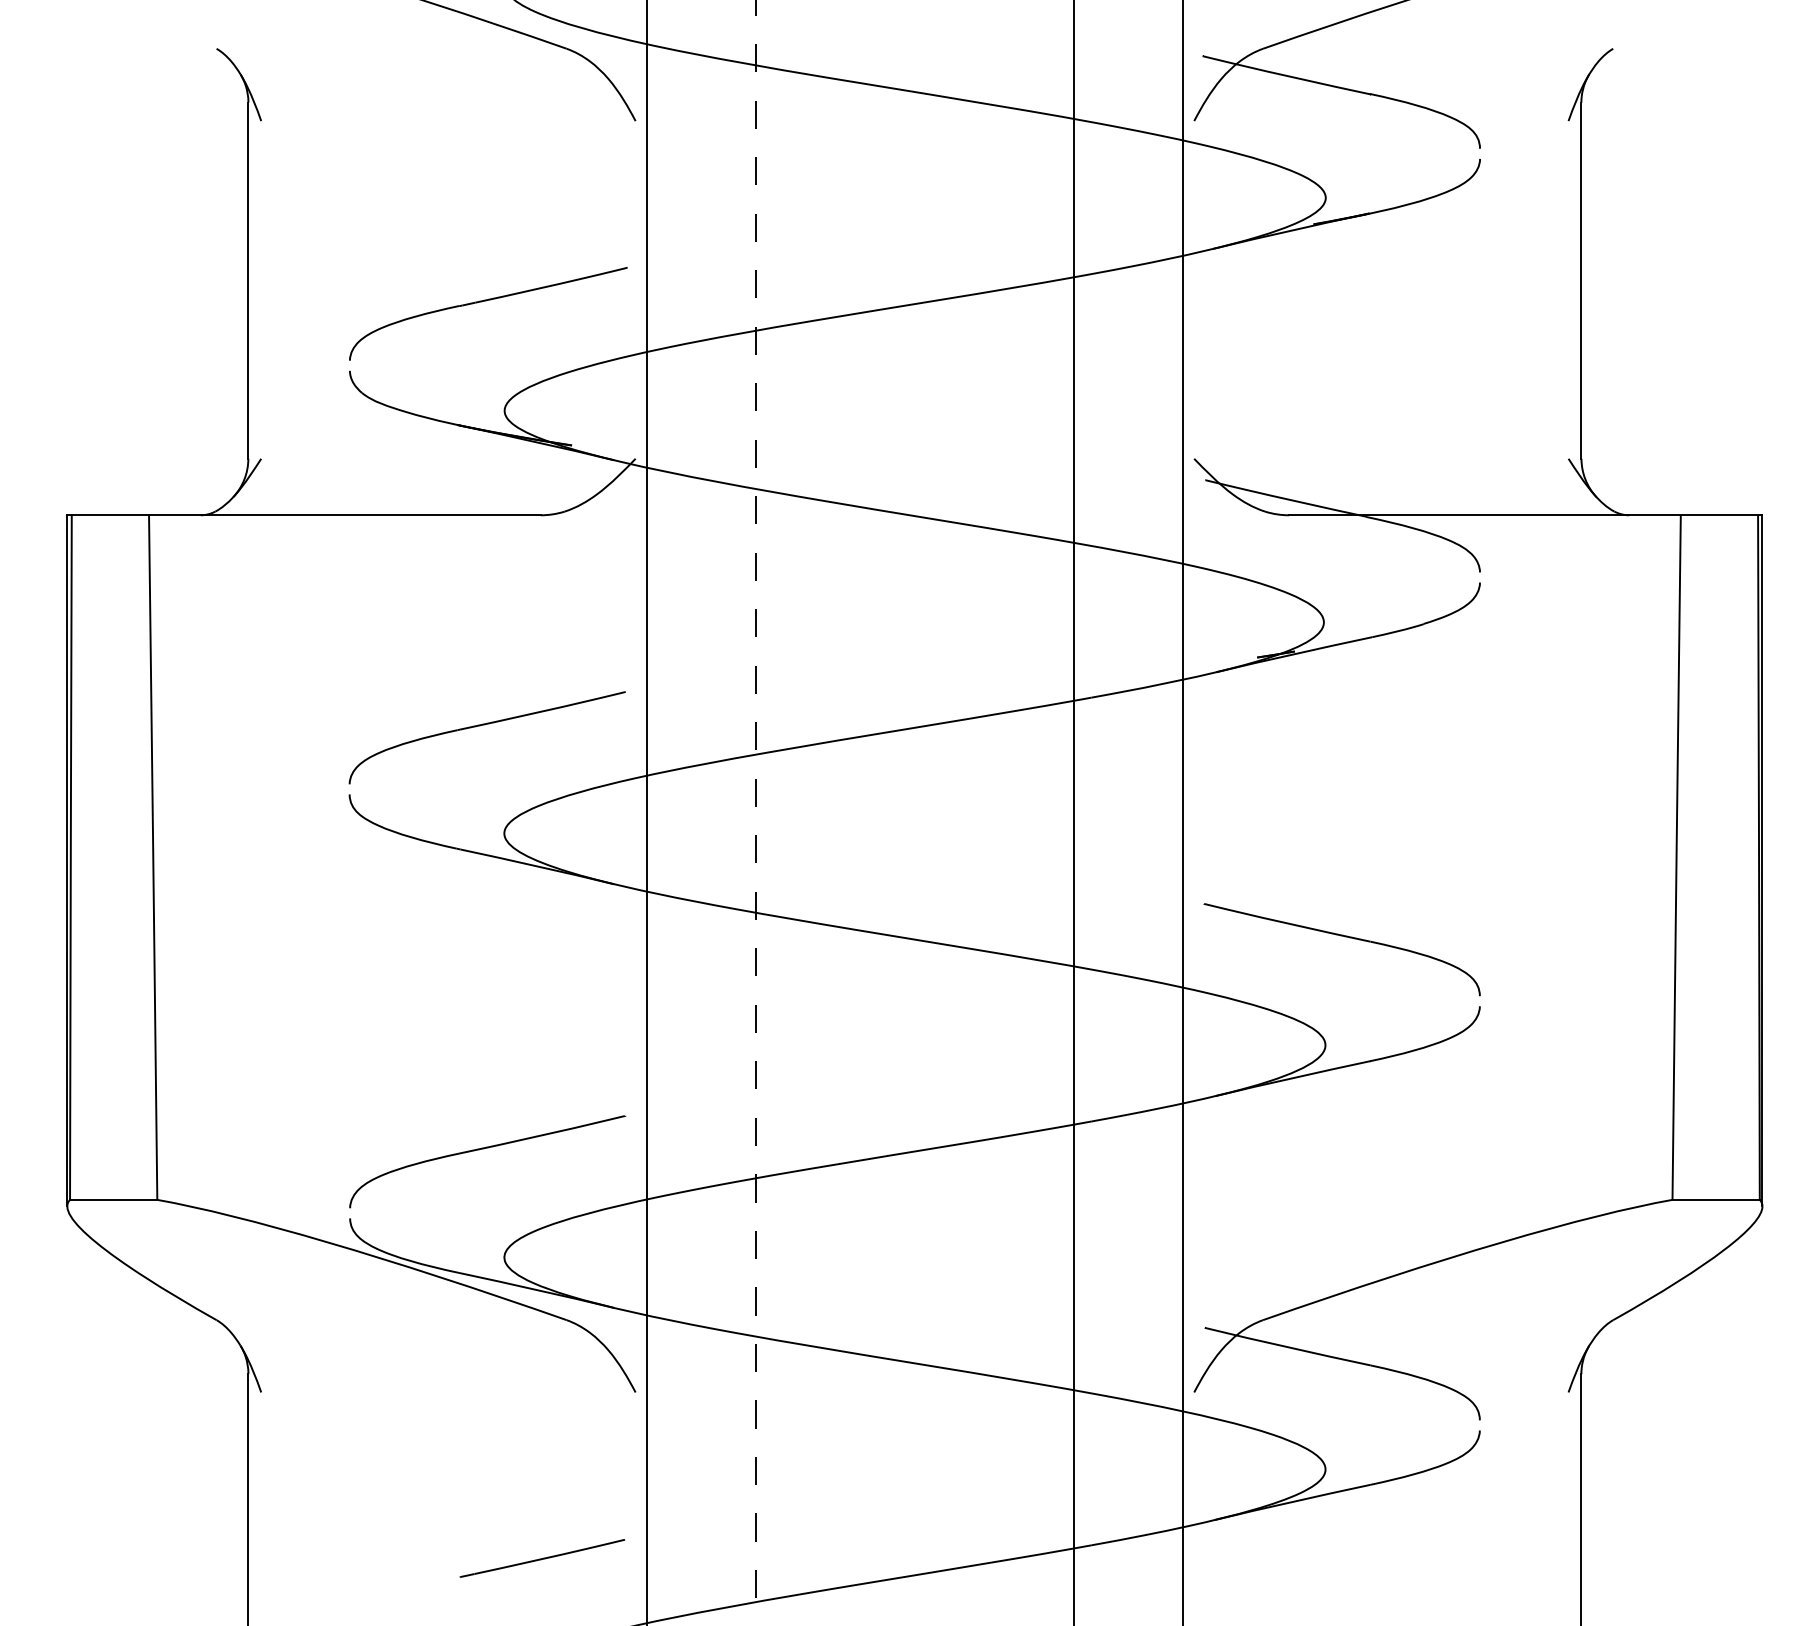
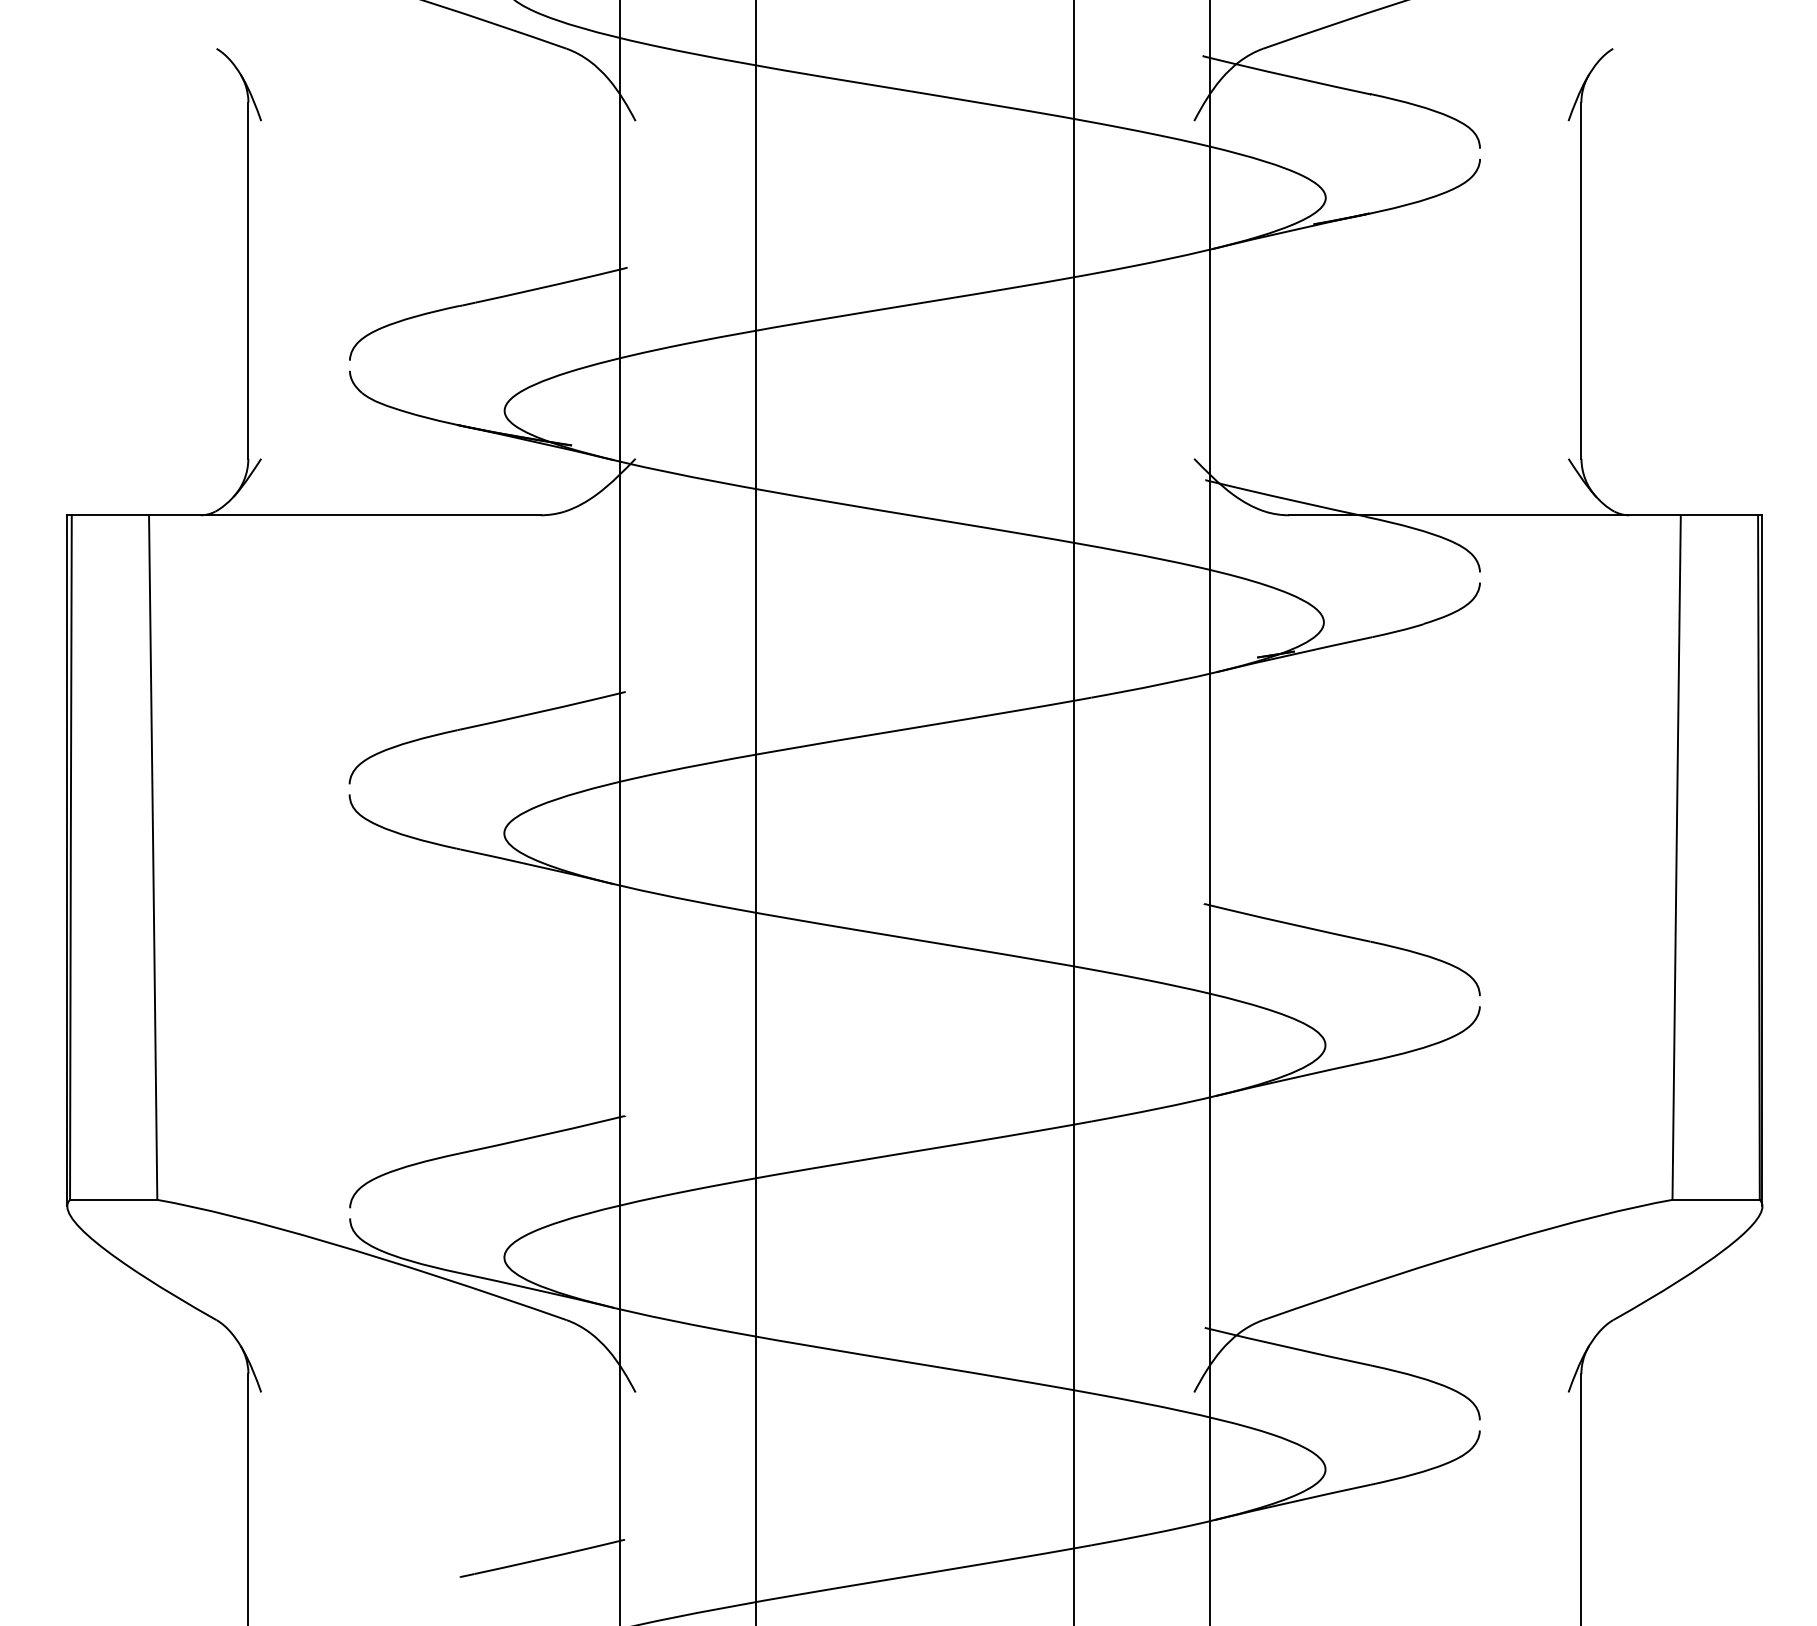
line at (646, 812) position: (646, 812) -> (619, 812)
line at (755, 812): dashed -> solid
line at (1183, 812) position: (1183, 812) -> (1210, 812)
